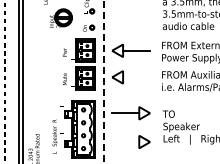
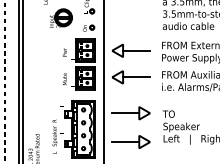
line at (136, 77): none -> present
line at (104, 82): dashed -> solid
line at (125, 142): none -> present
